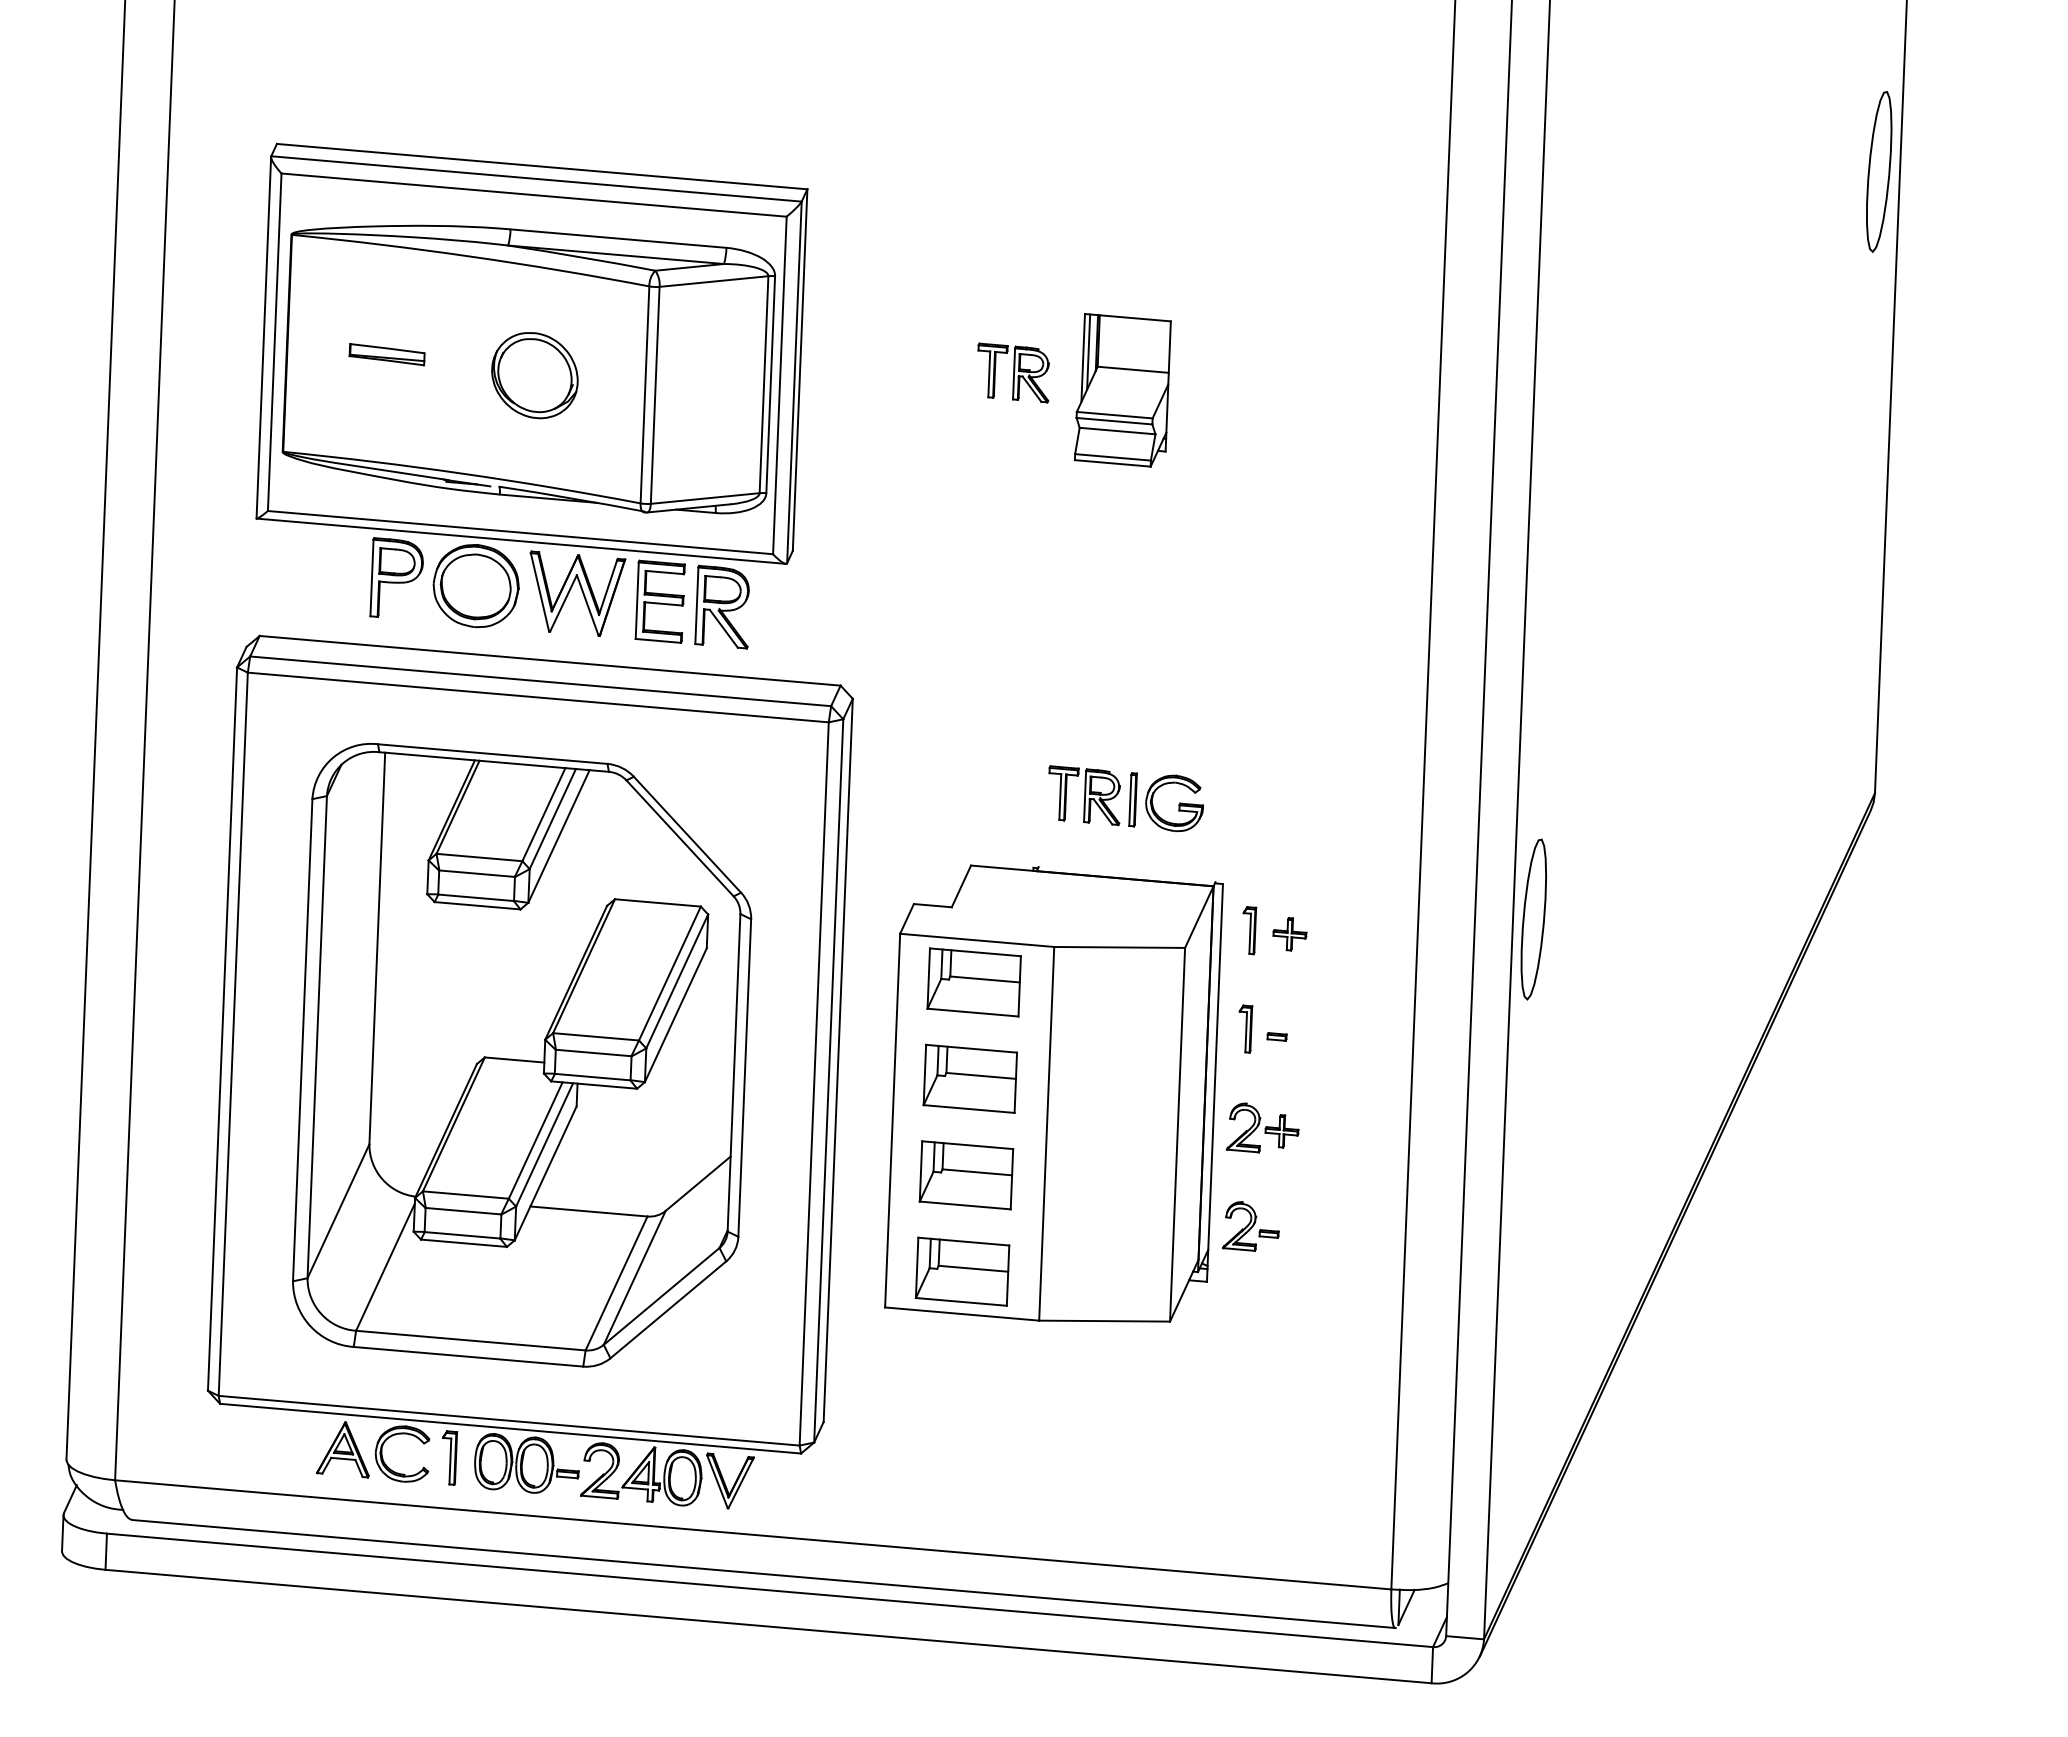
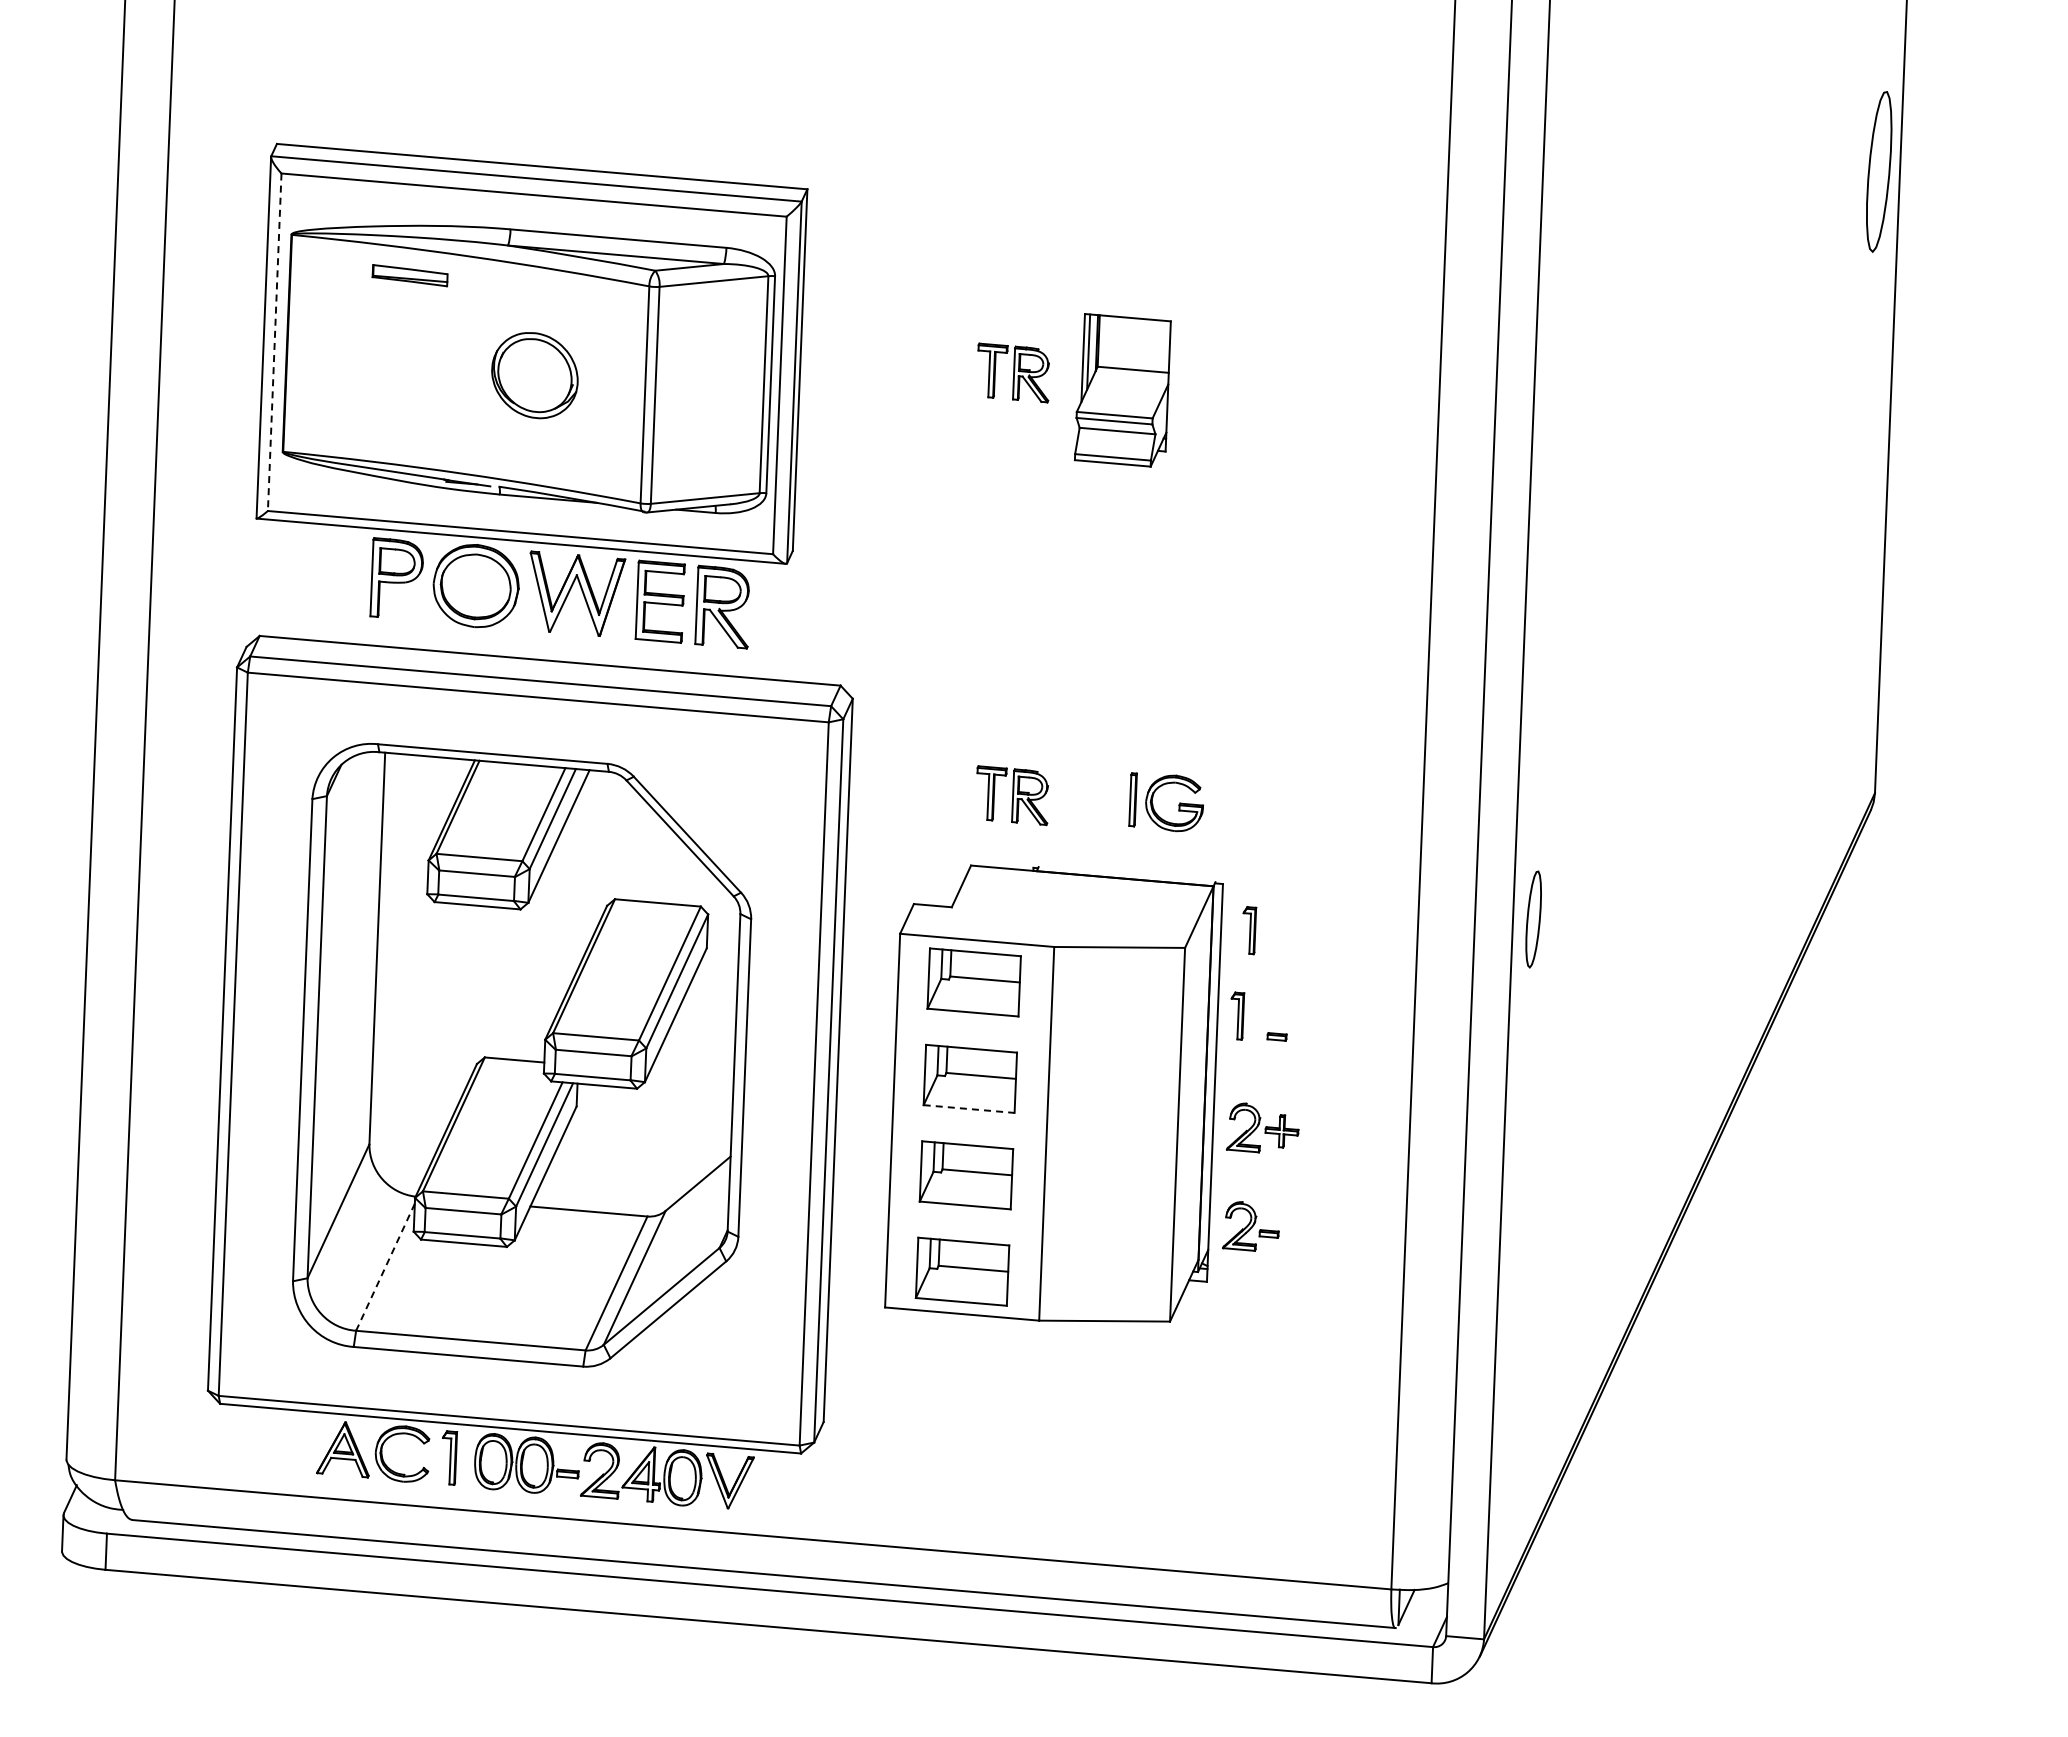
line at (274, 342): solid -> dashed
part at (386, 354) position: (386, 354) -> (409, 275)
part at (1084, 795) position: (1084, 795) -> (1012, 795)
part at (1533, 919) size: 27x163 px -> 17x99 px
part at (1289, 934): present -> none
part at (1245, 1028) position: (1245, 1028) -> (1237, 1015)
line at (969, 1109): solid -> dashed
line at (385, 1267): solid -> dashed
